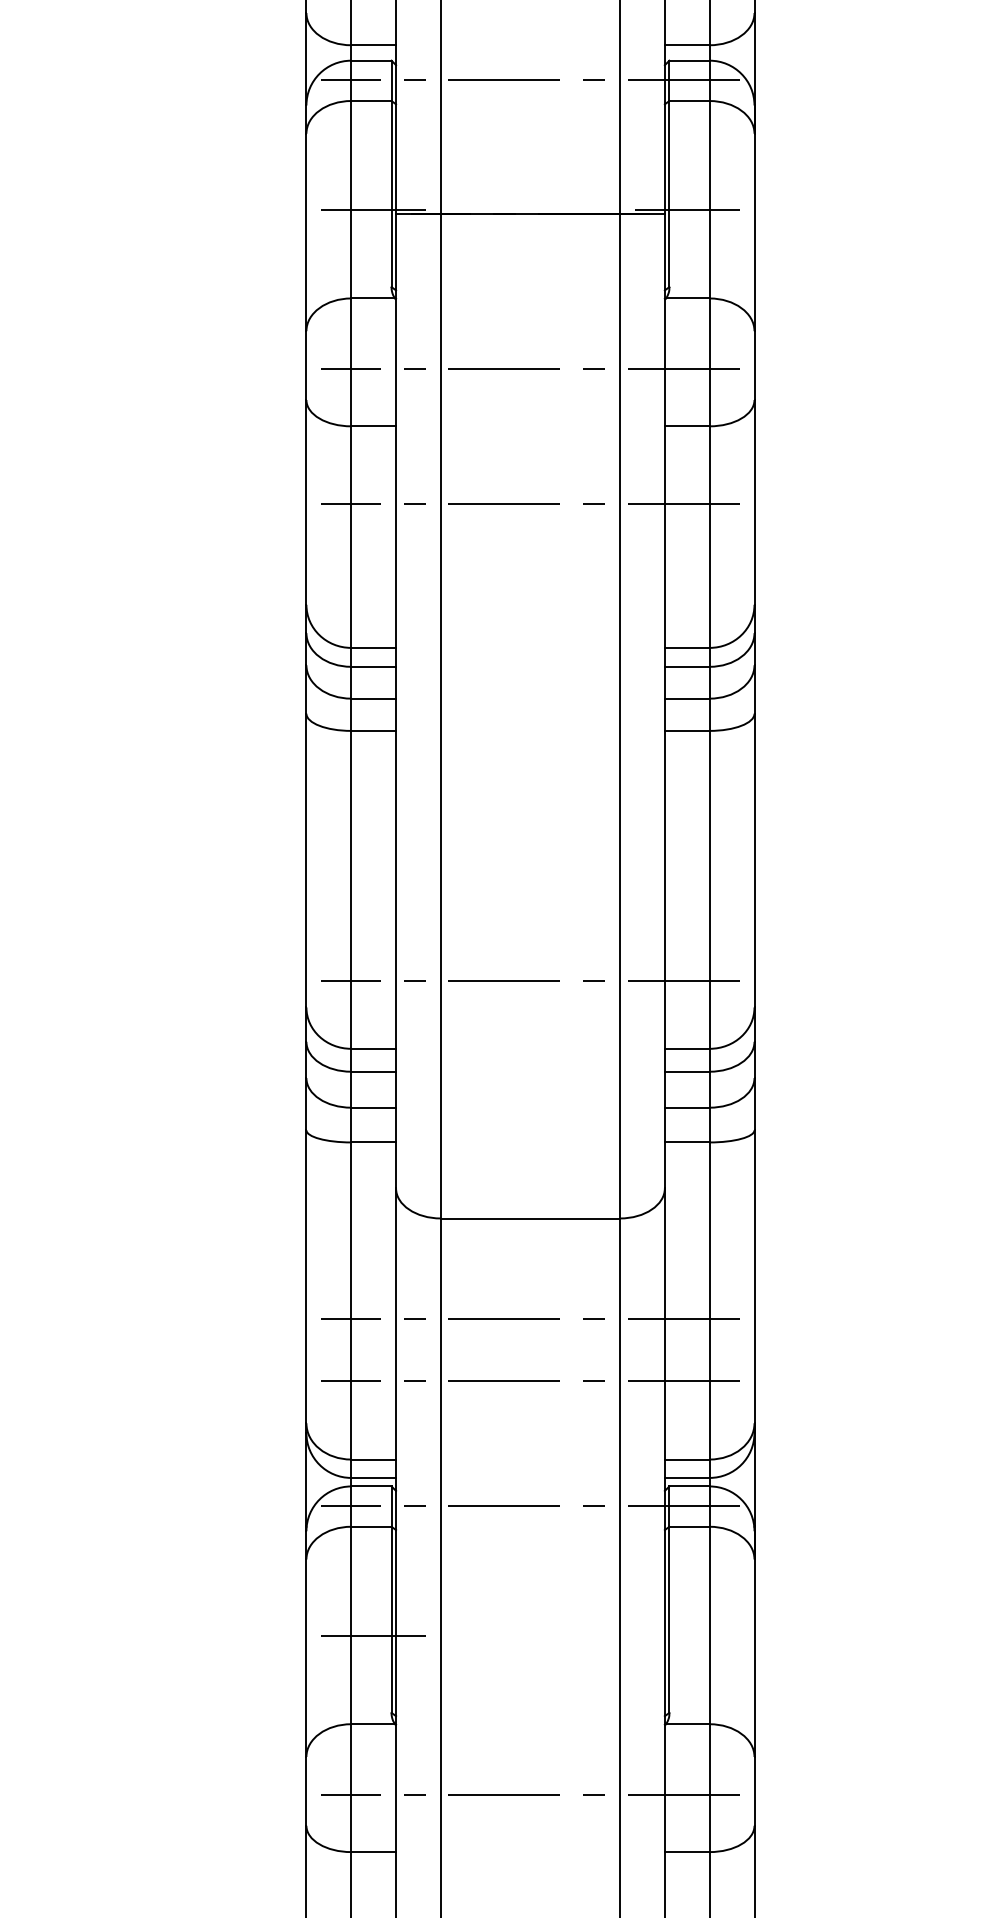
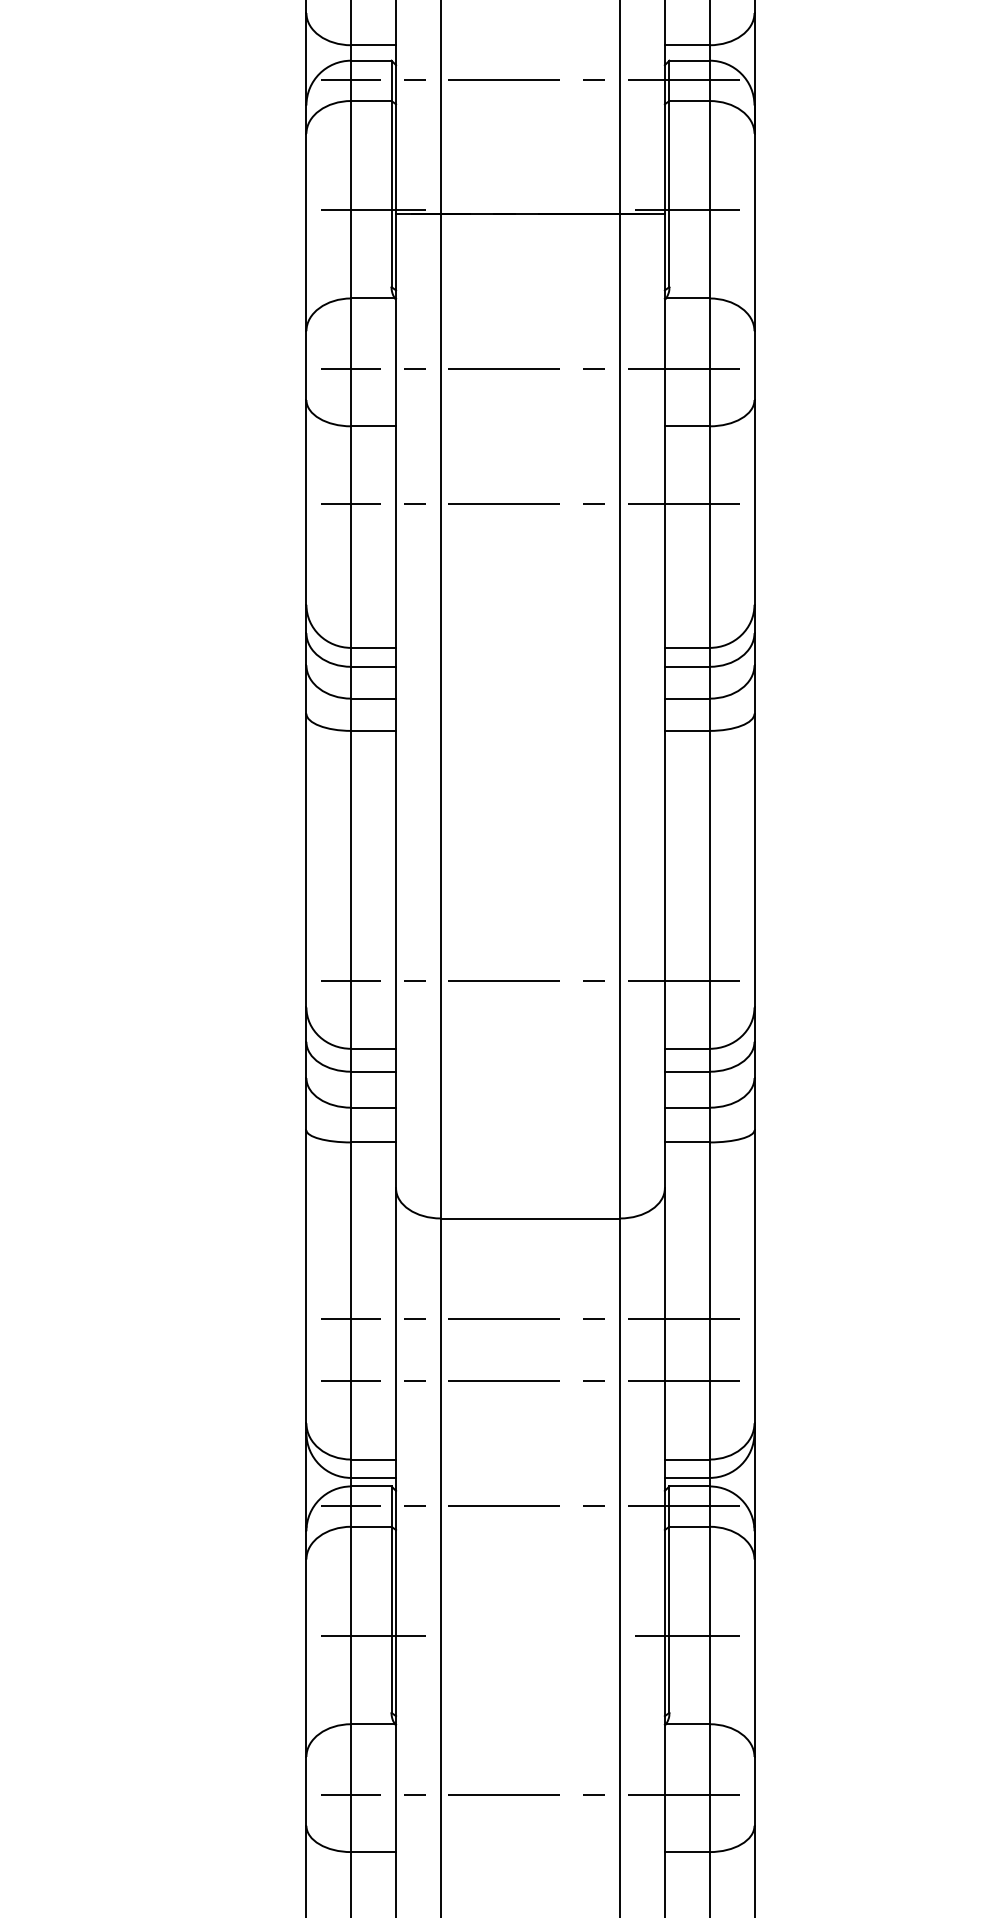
line at (687, 1635): none -> present
